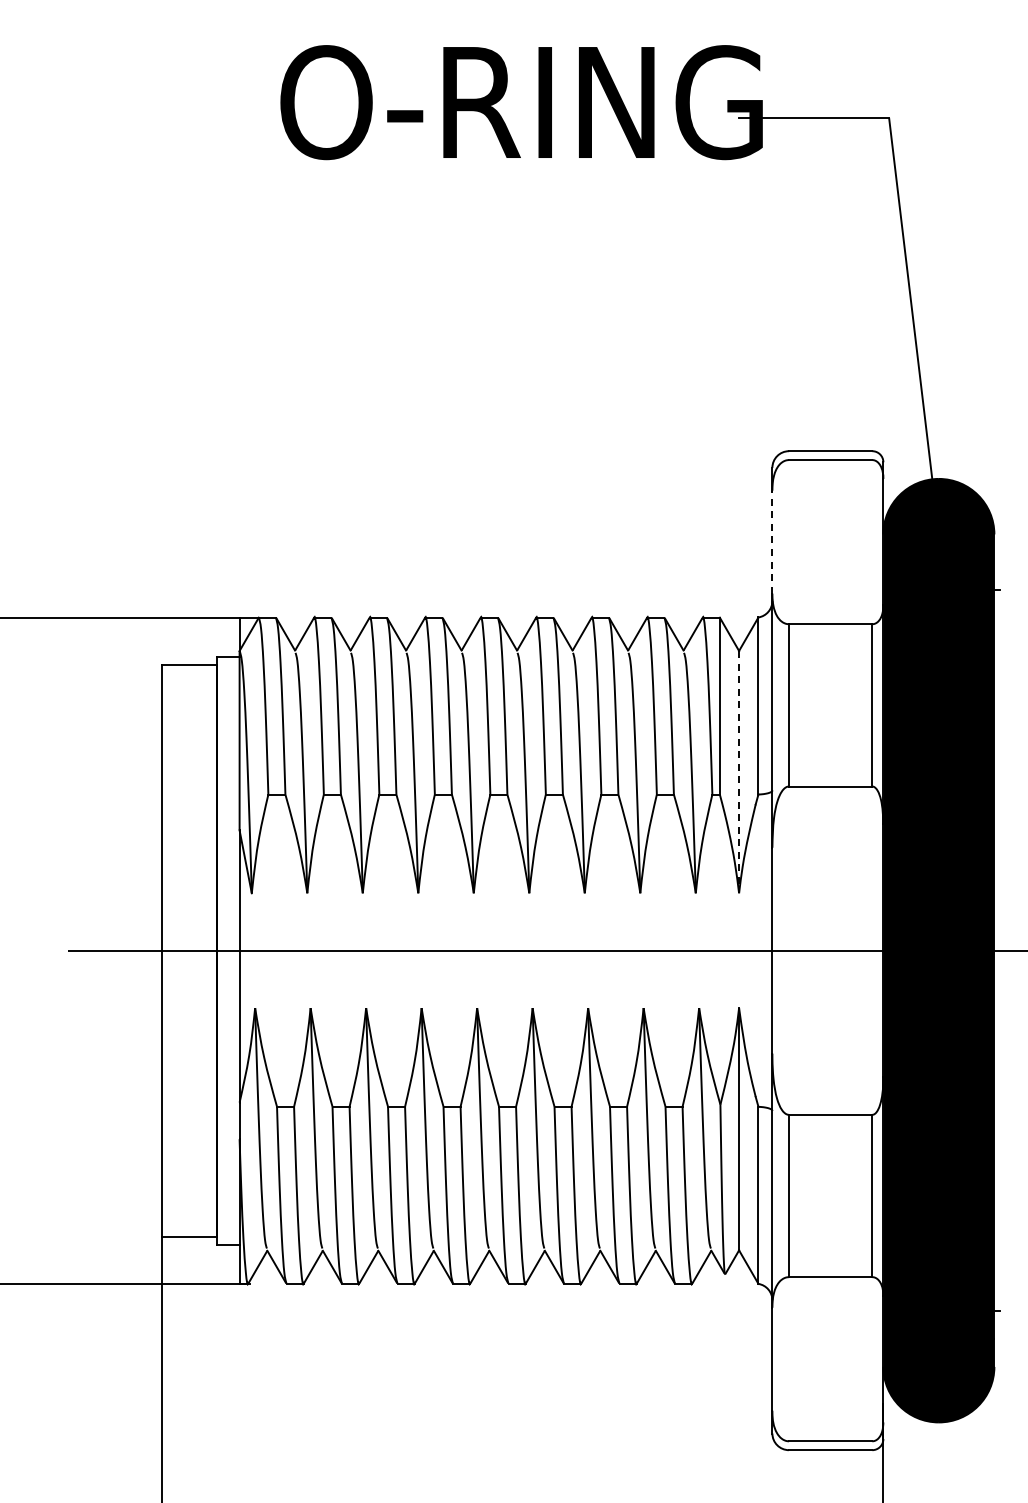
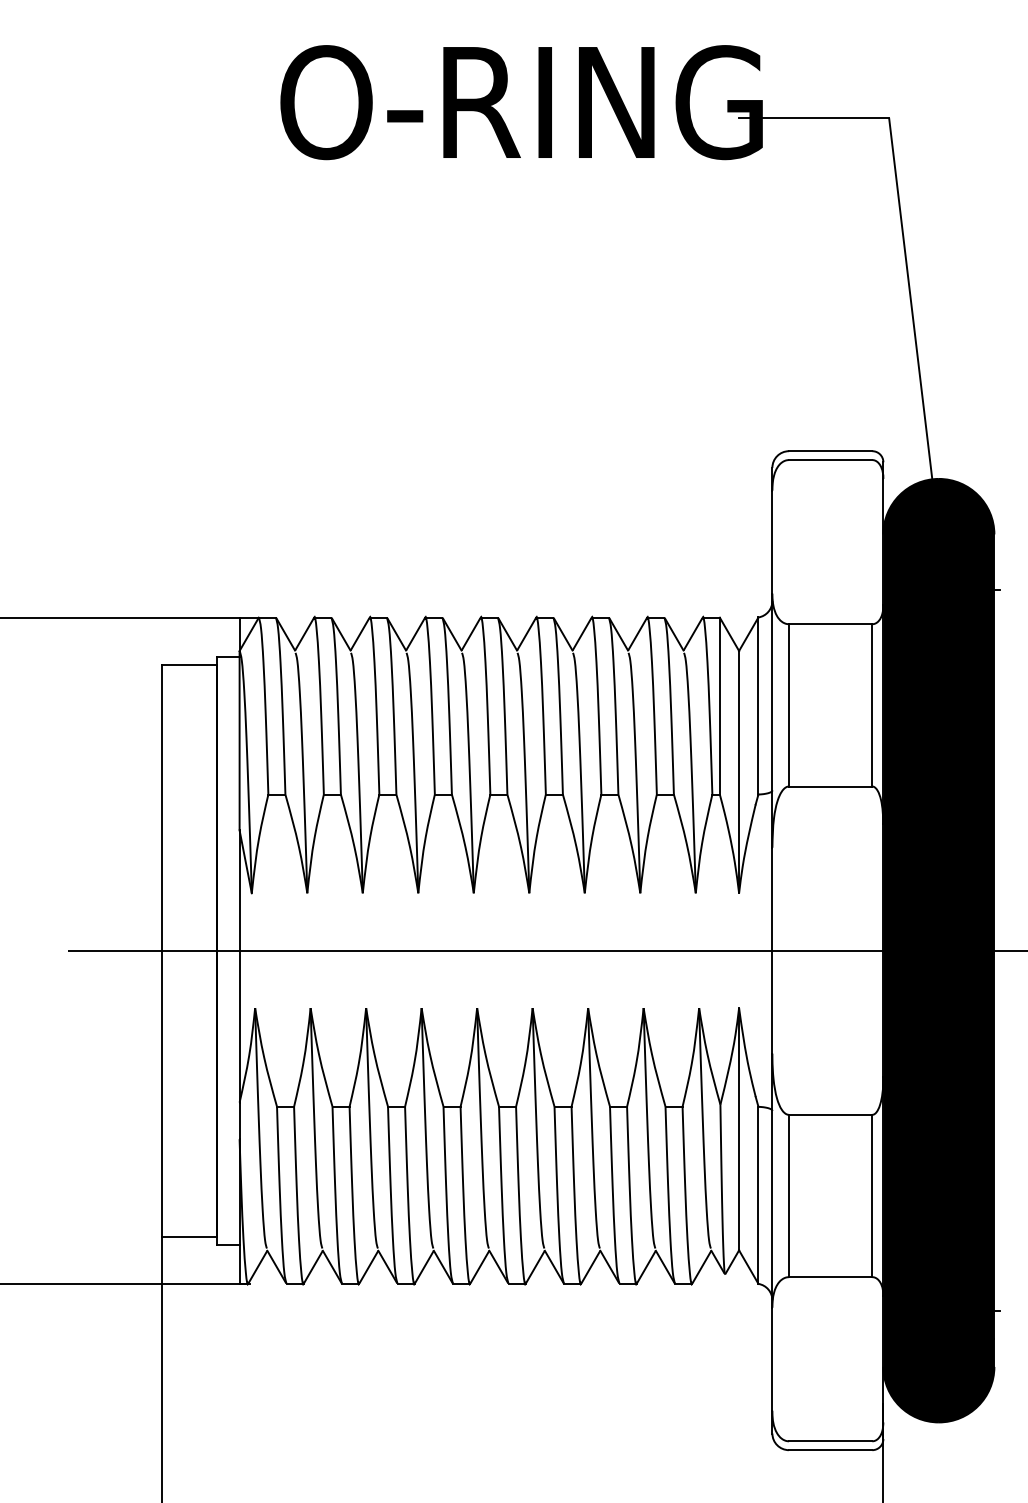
line at (772, 541): dashed -> solid
line at (739, 772): dashed -> solid
